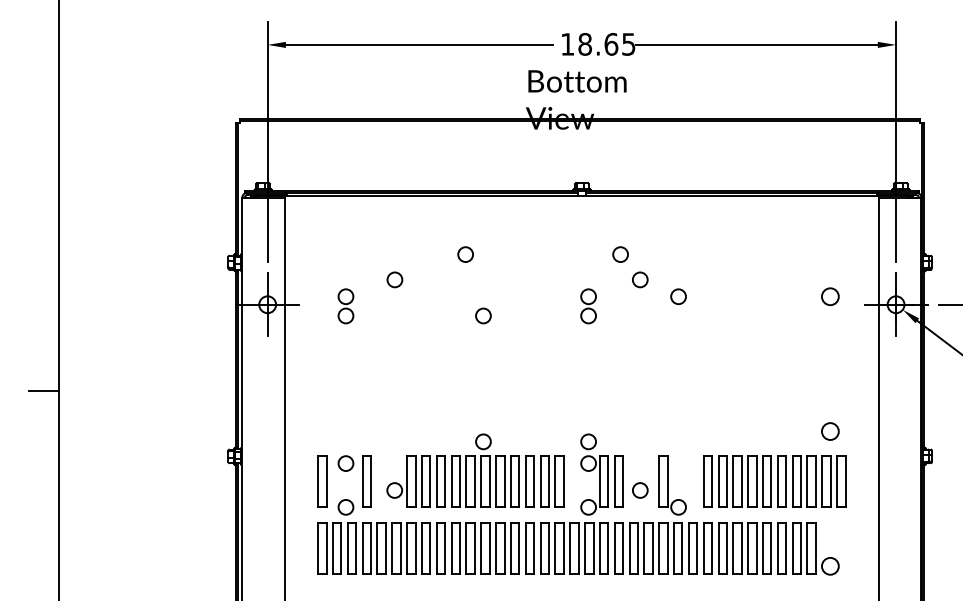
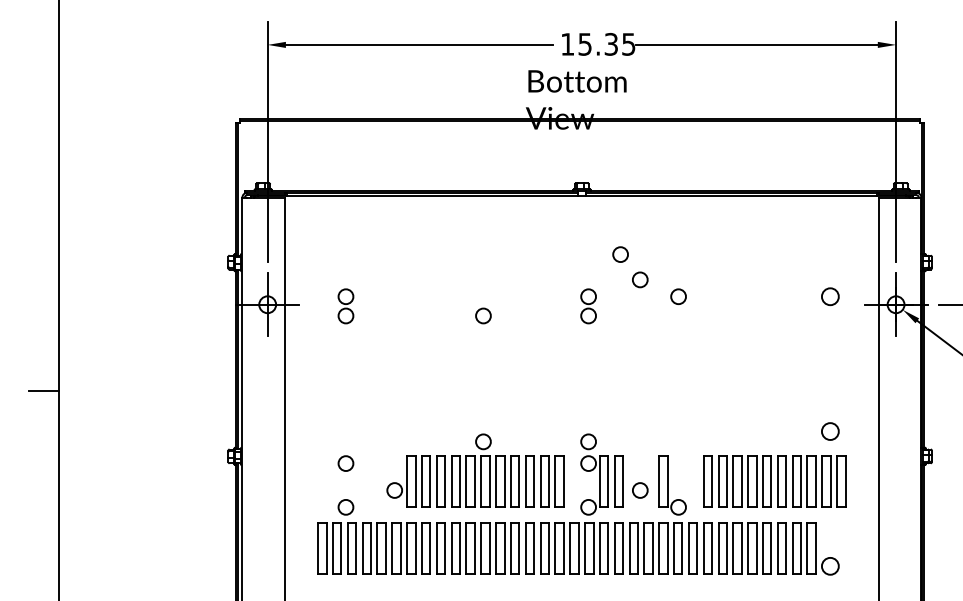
text at (598, 43): 18.65 -> 15.35
circle at (465, 254): present -> none
circle at (394, 279): present -> none
part at (322, 481): present -> none
part at (366, 481): present -> none
